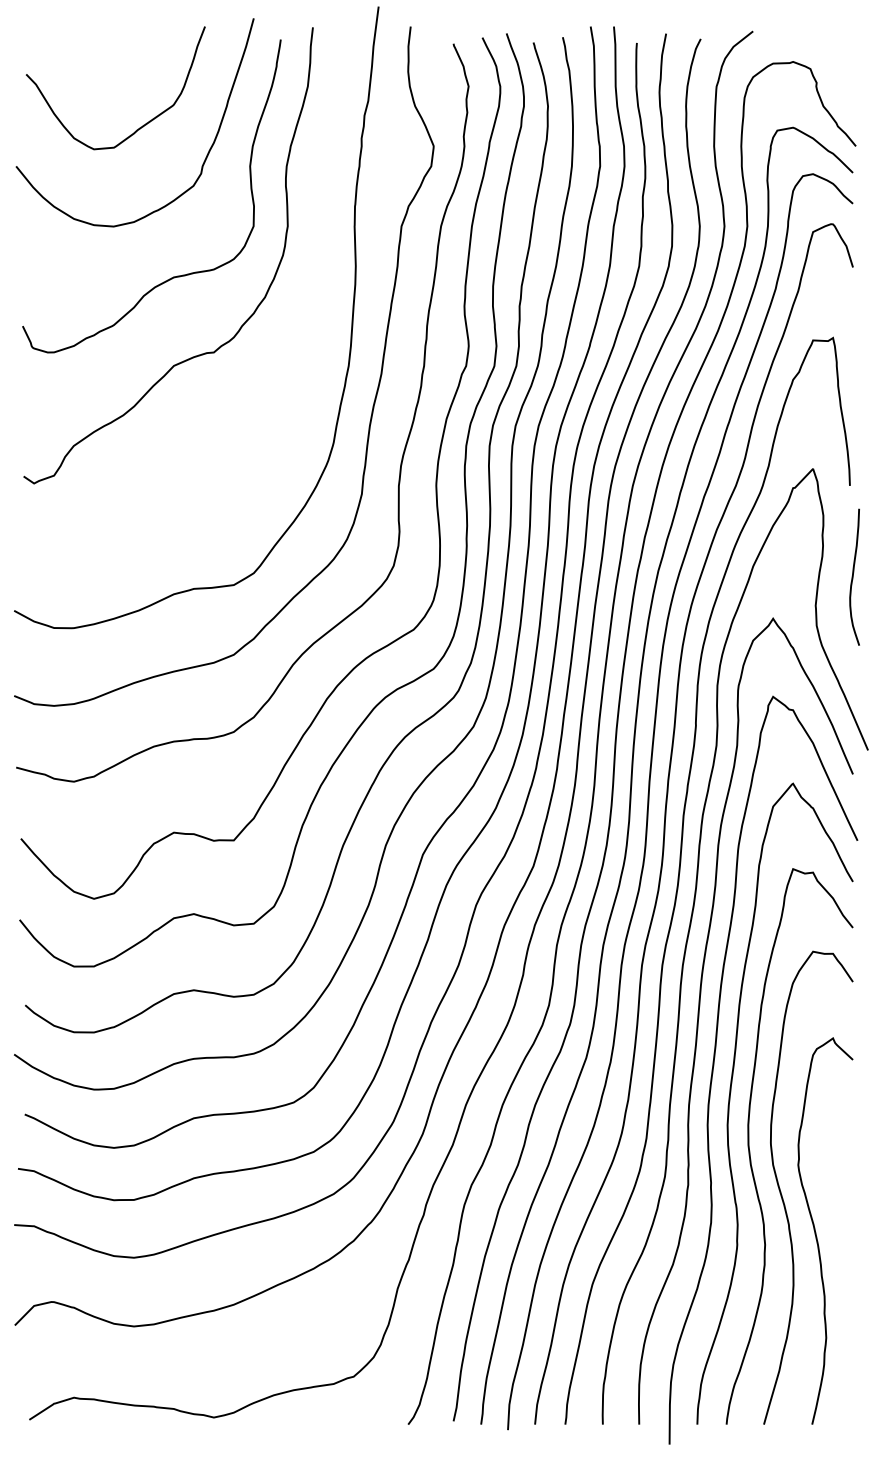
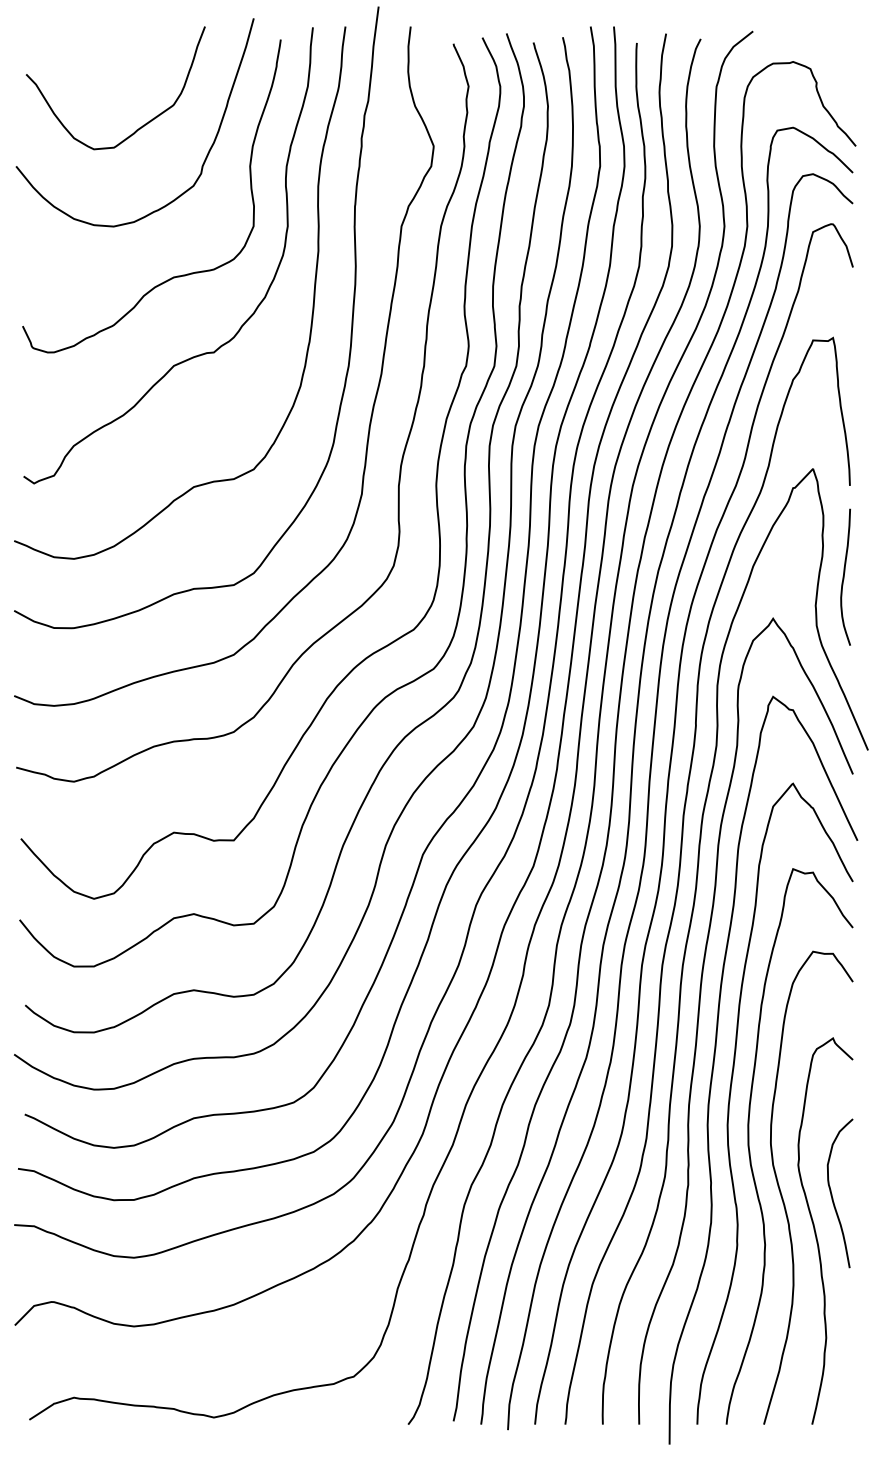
curve at (312, 304): none -> present
curve at (853, 576) position: (853, 576) -> (844, 576)
curve at (832, 1193): none -> present
